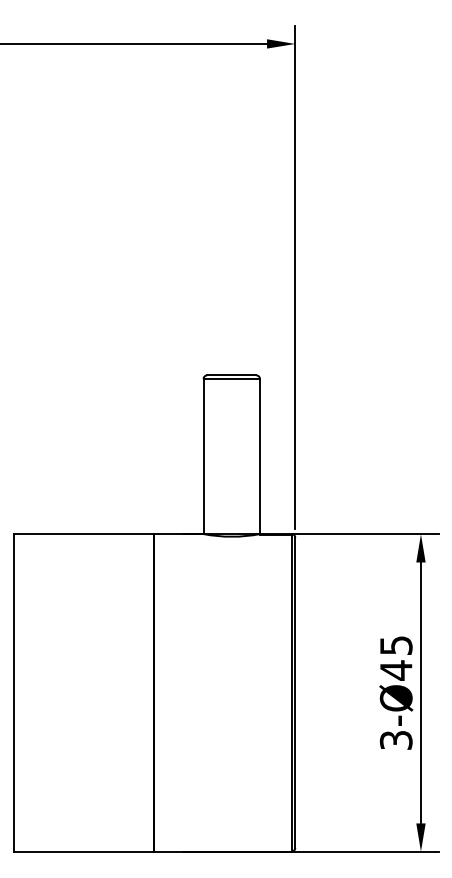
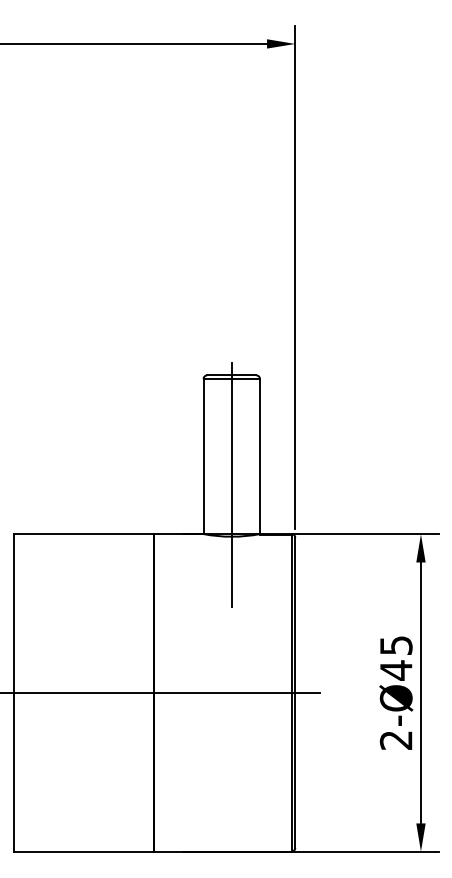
line at (231, 484): none -> present
line at (161, 693): none -> present
text at (396, 740): 3-Ø45 -> 2-Ø45
